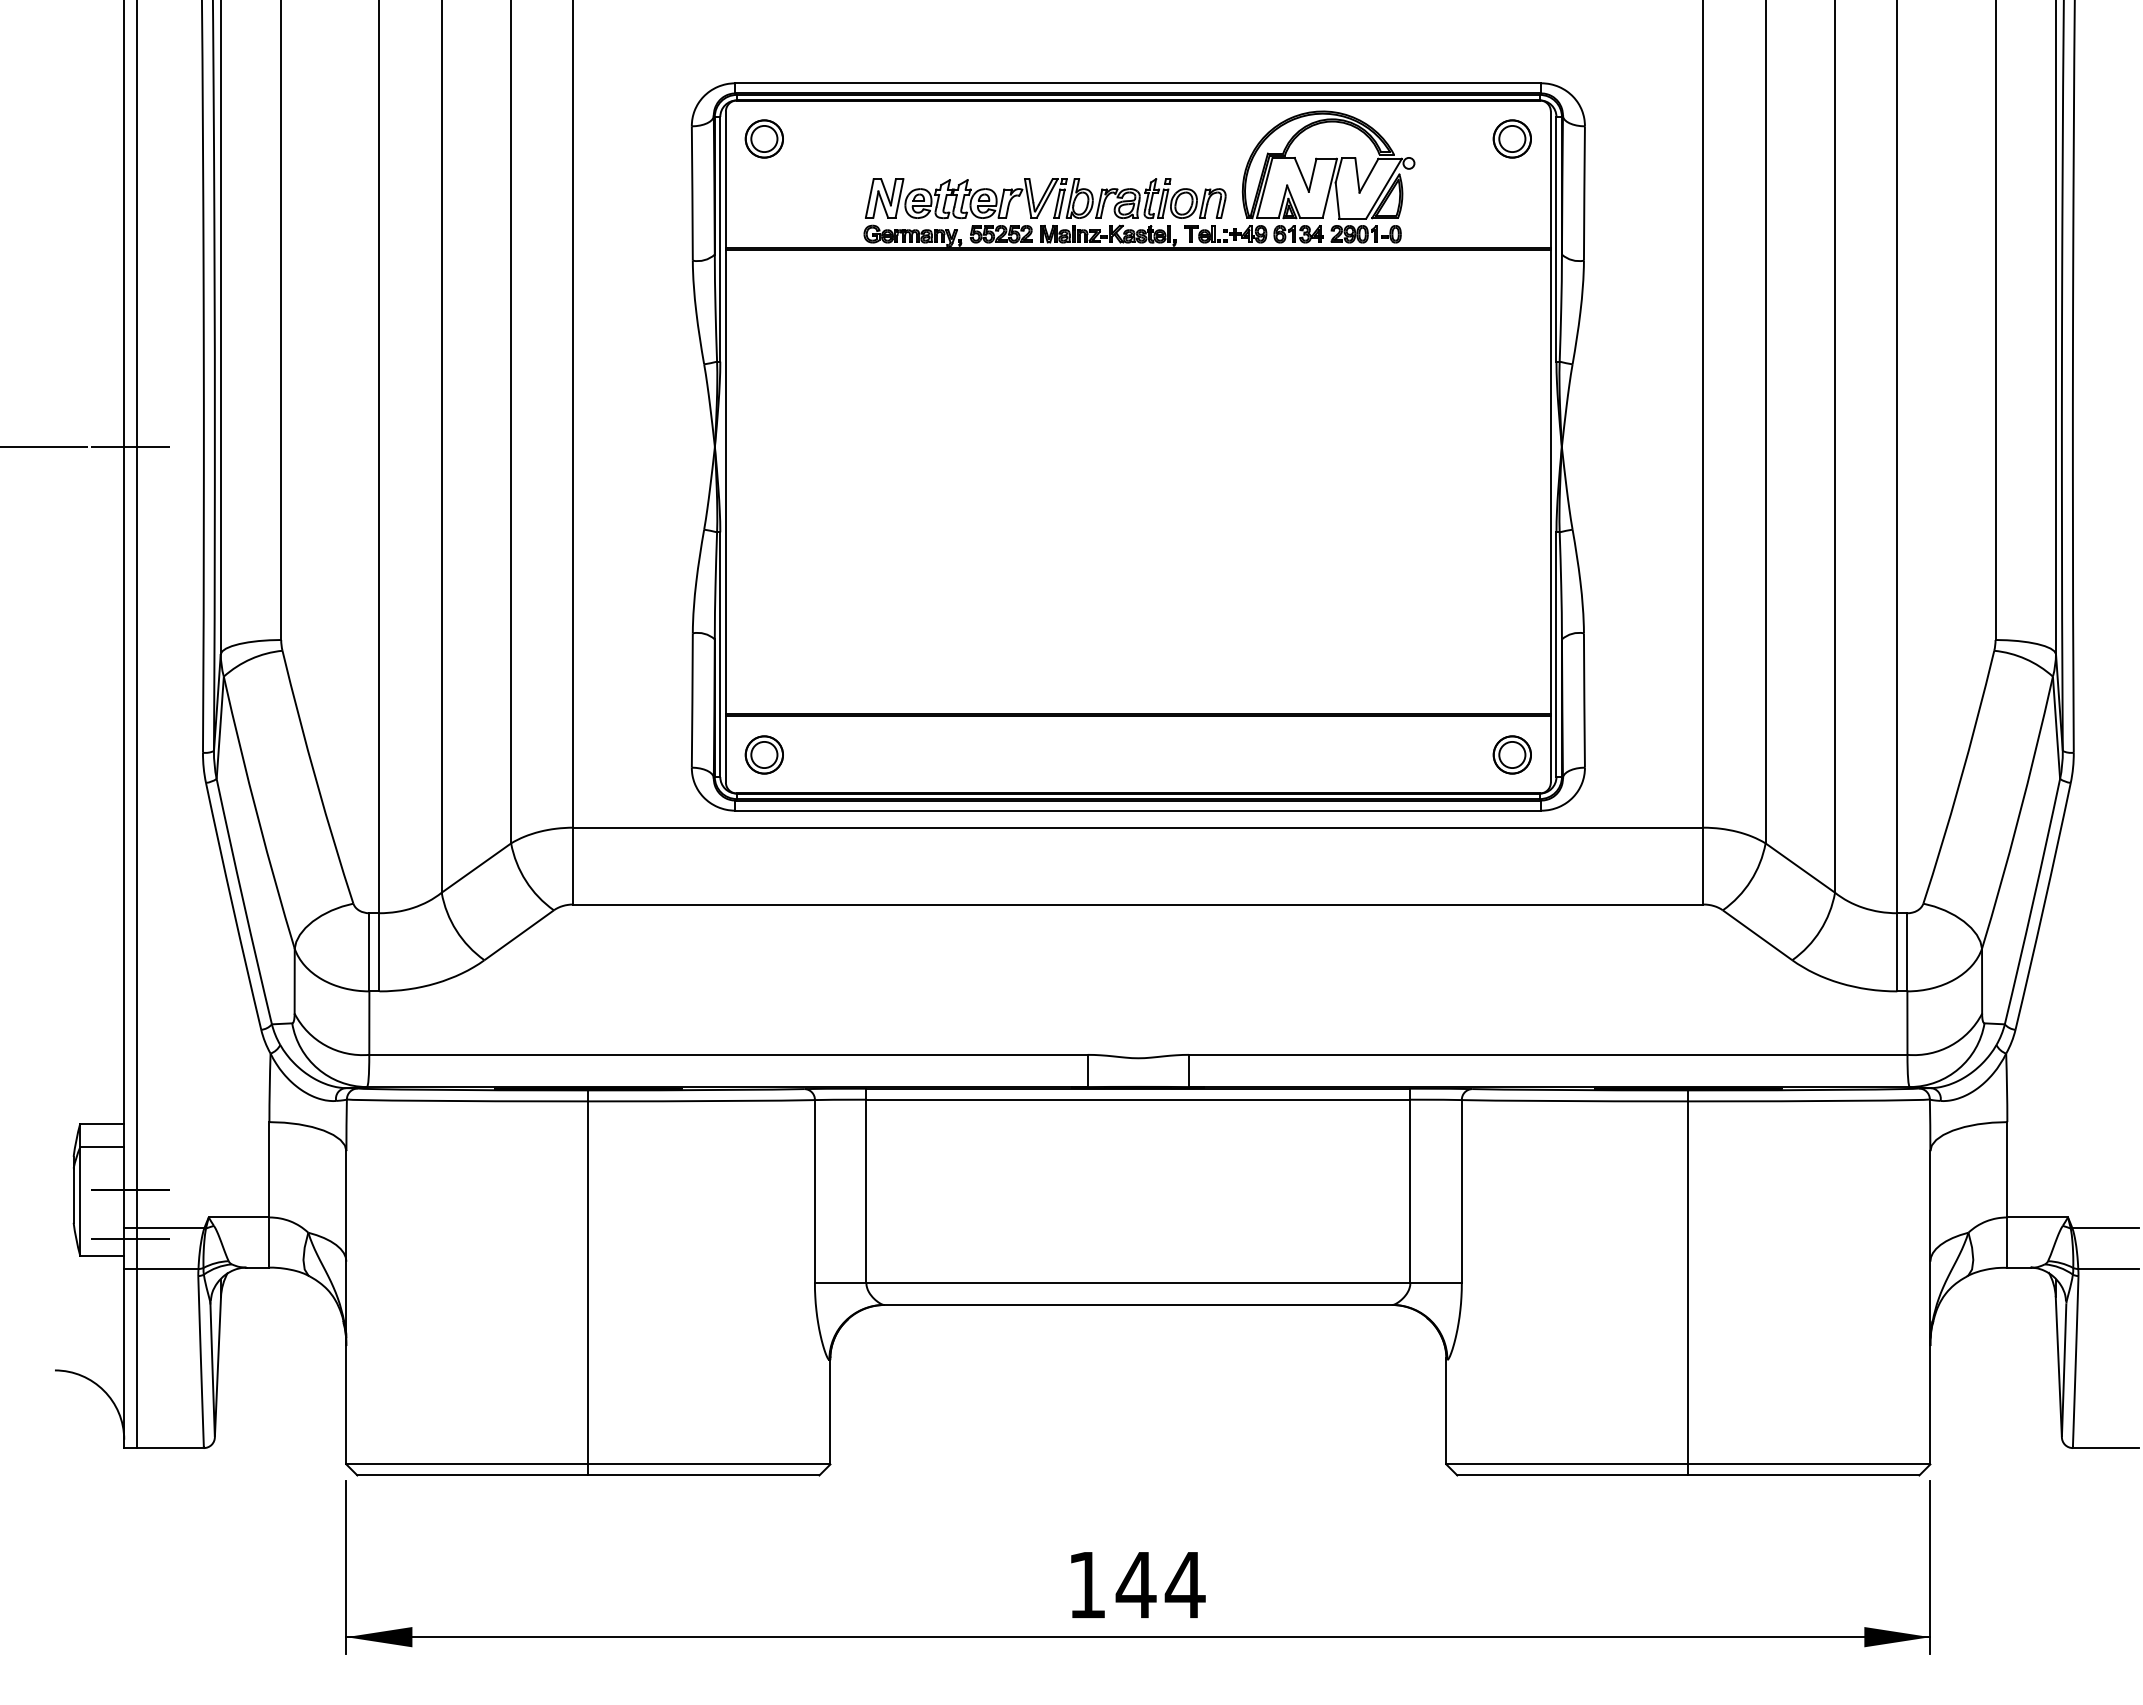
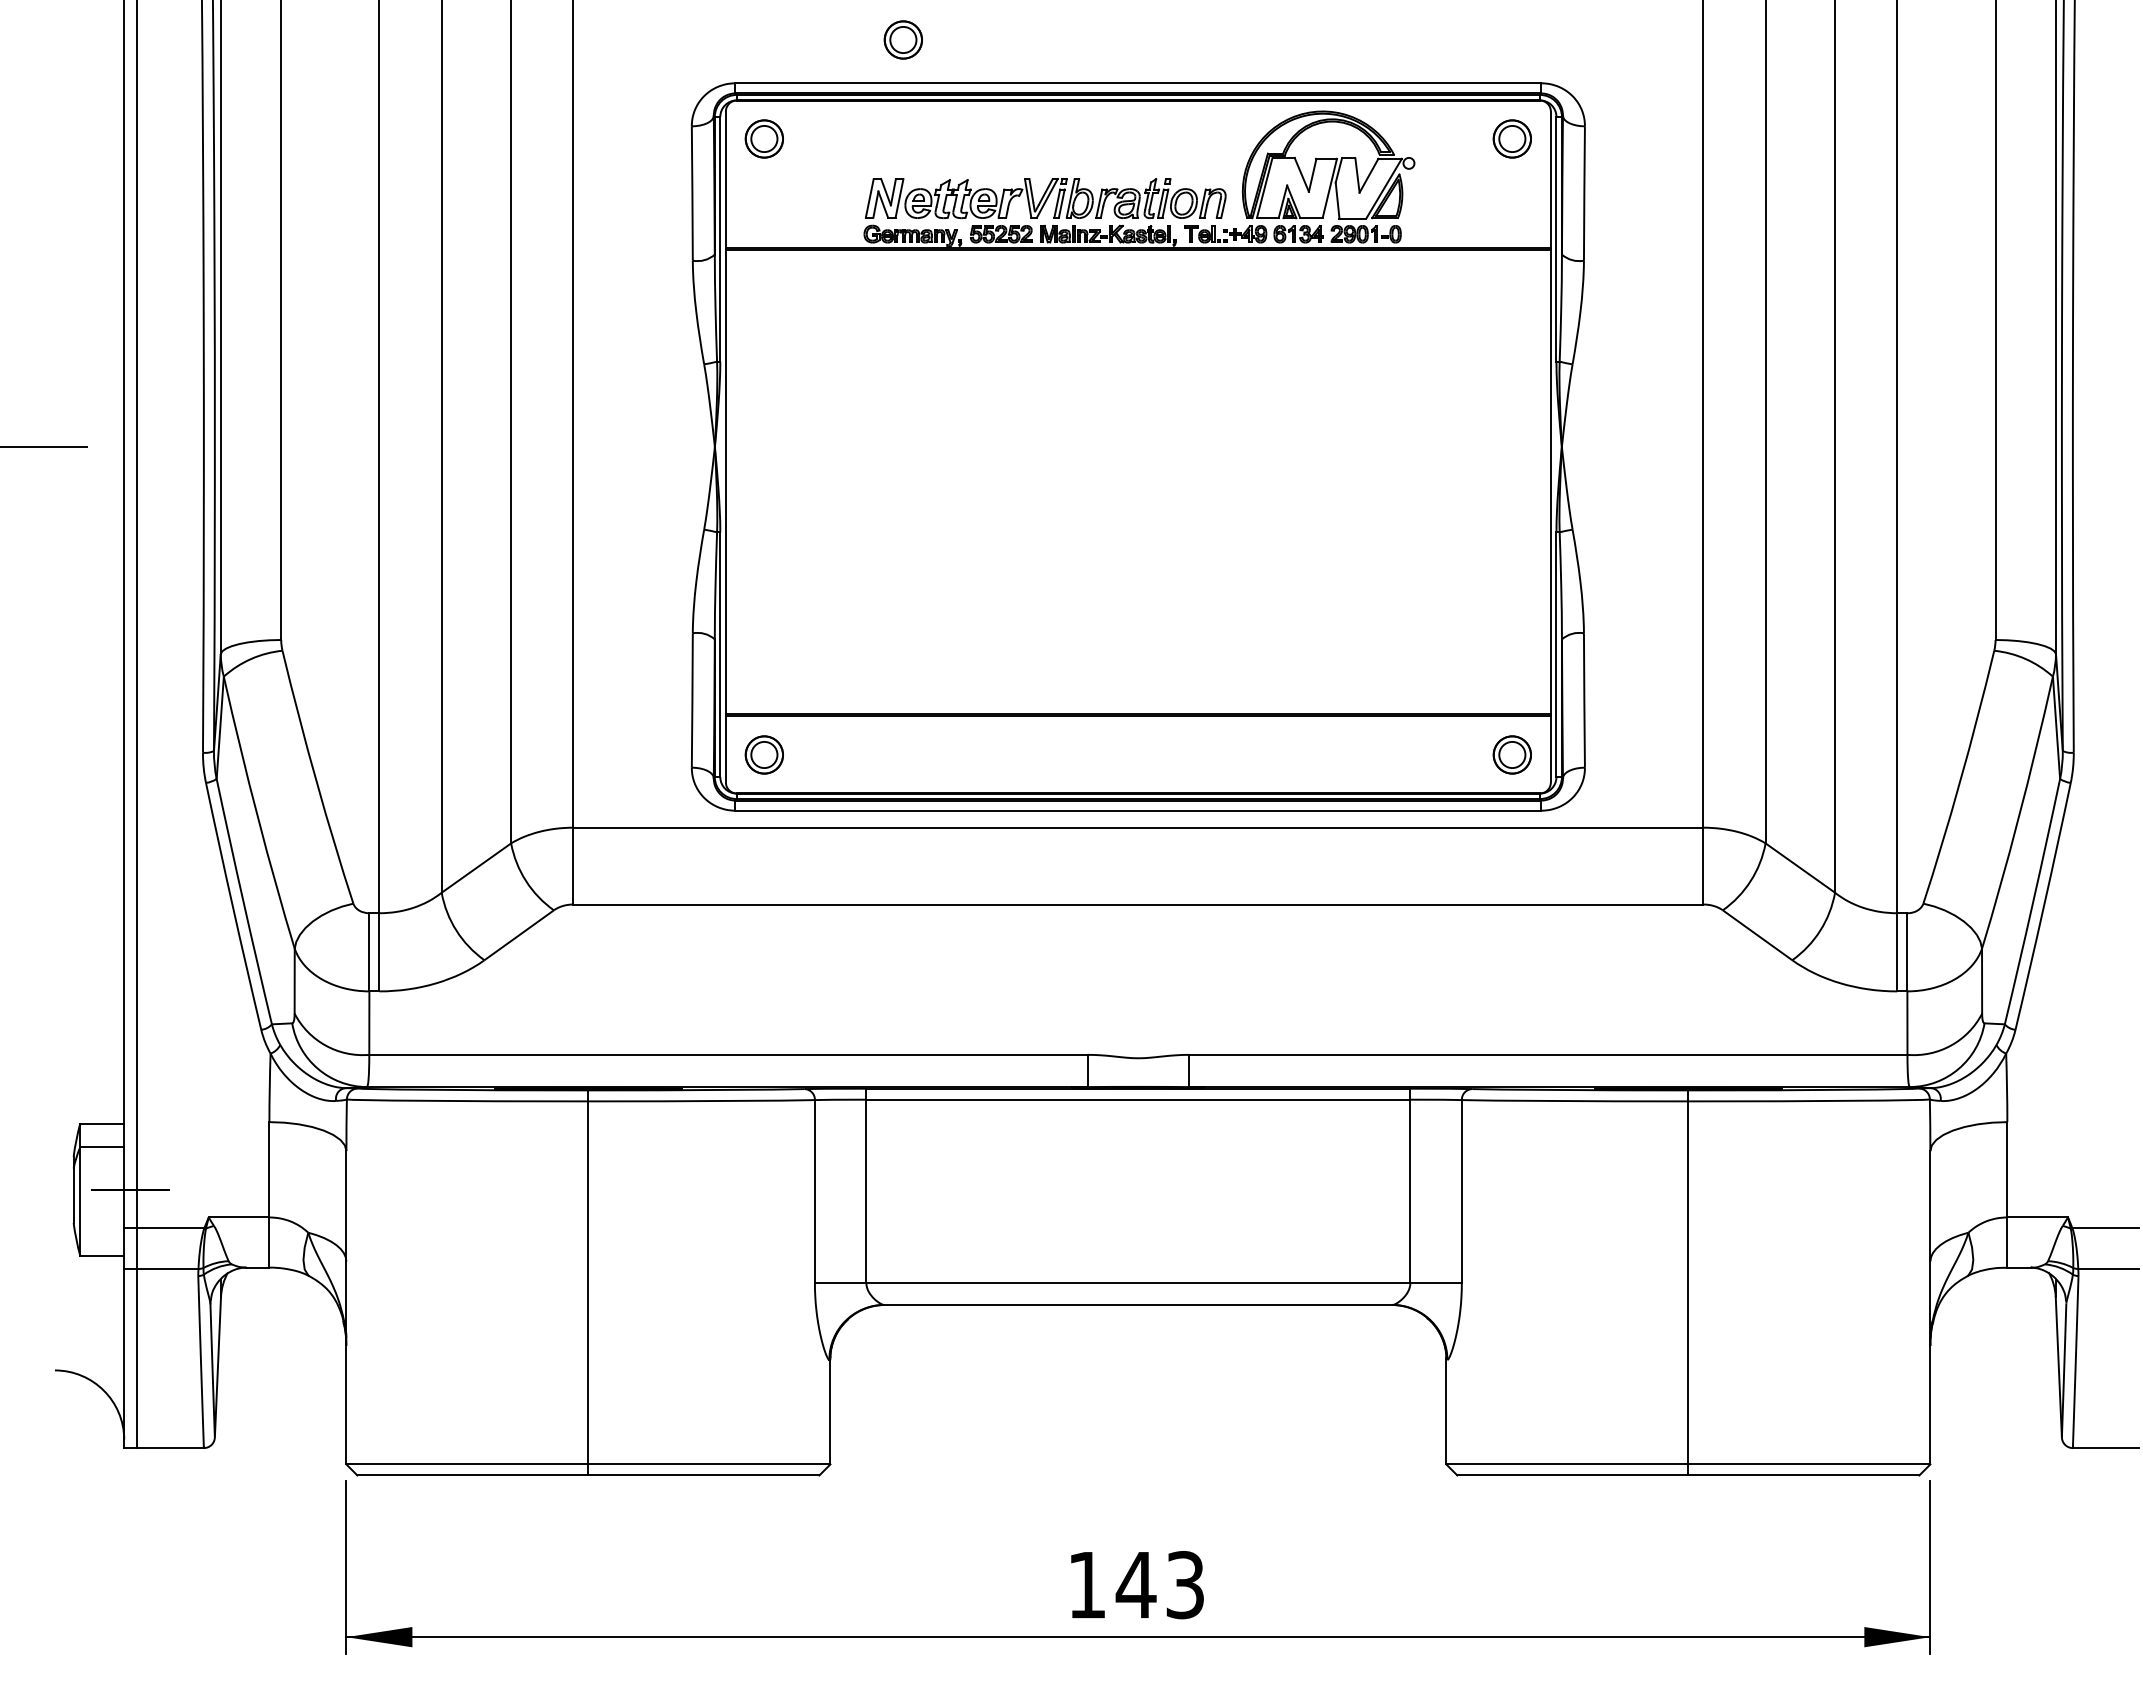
part at (902, 39): none -> present
line at (130, 447): present -> none
line at (130, 1238): present -> none
text at (1184, 1585): 144 -> 143
